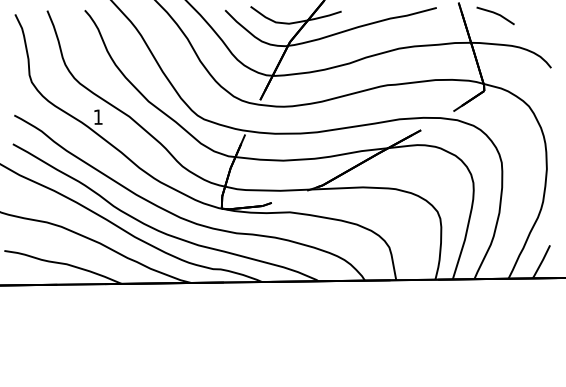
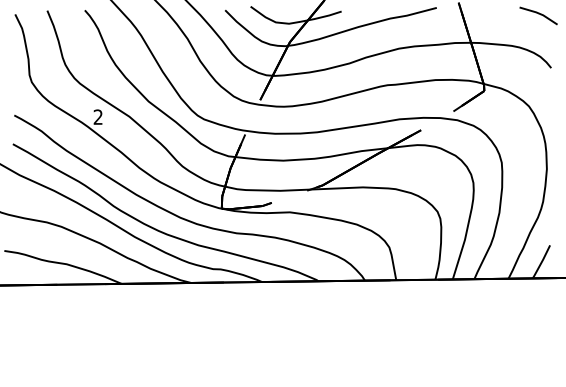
line at (495, 14) position: (495, 14) -> (538, 14)
text at (97, 116): 1 -> 2
